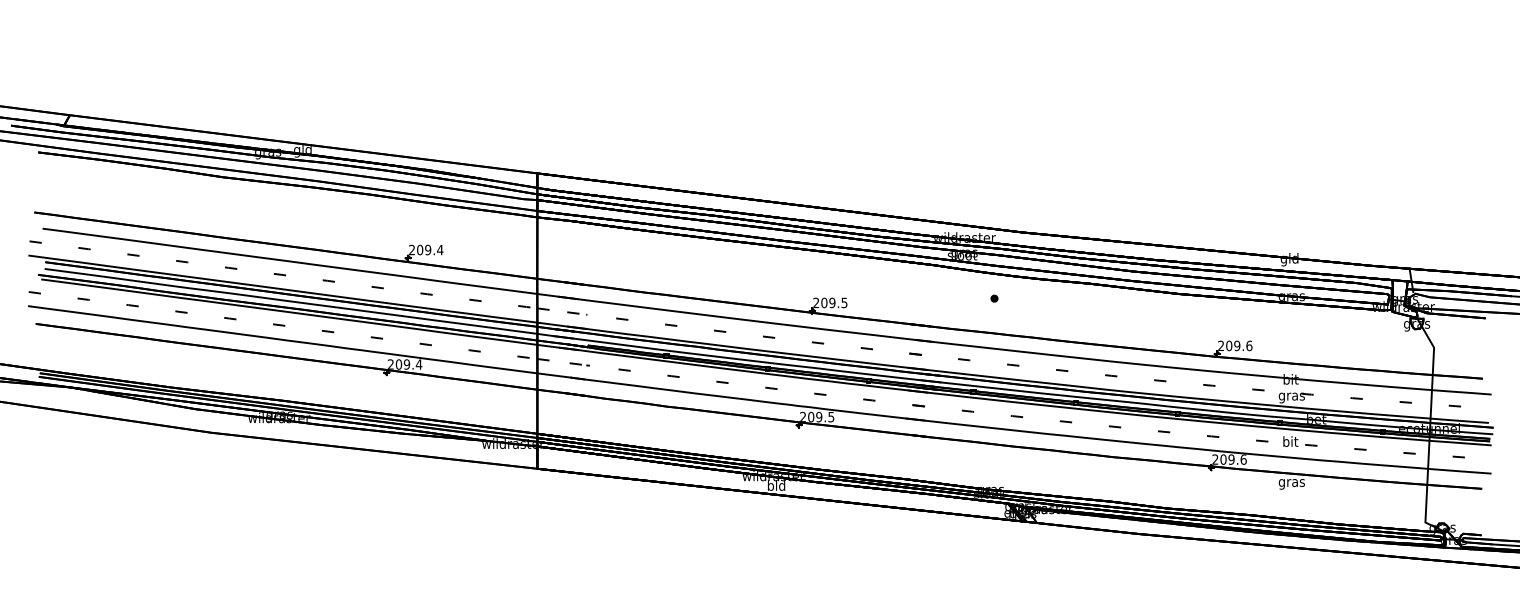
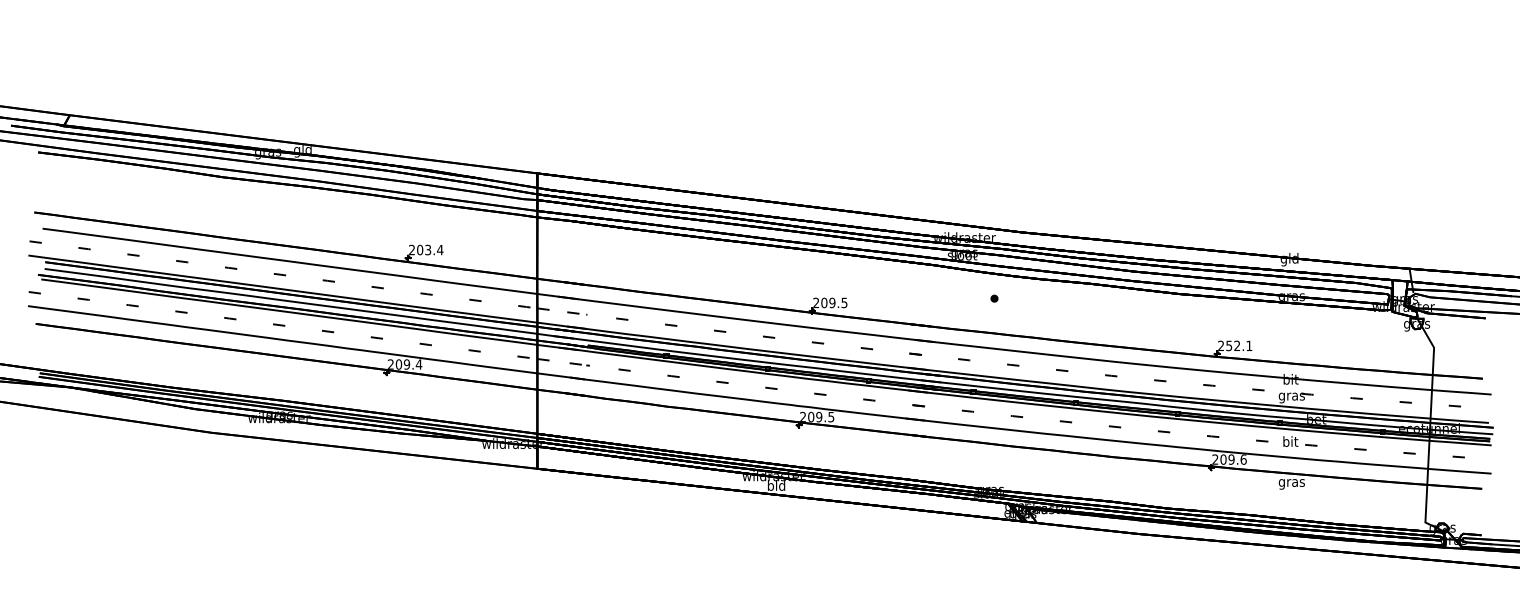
text at (428, 249): 209.4 -> 203.4
text at (1239, 345): 209.6 -> 252.1
